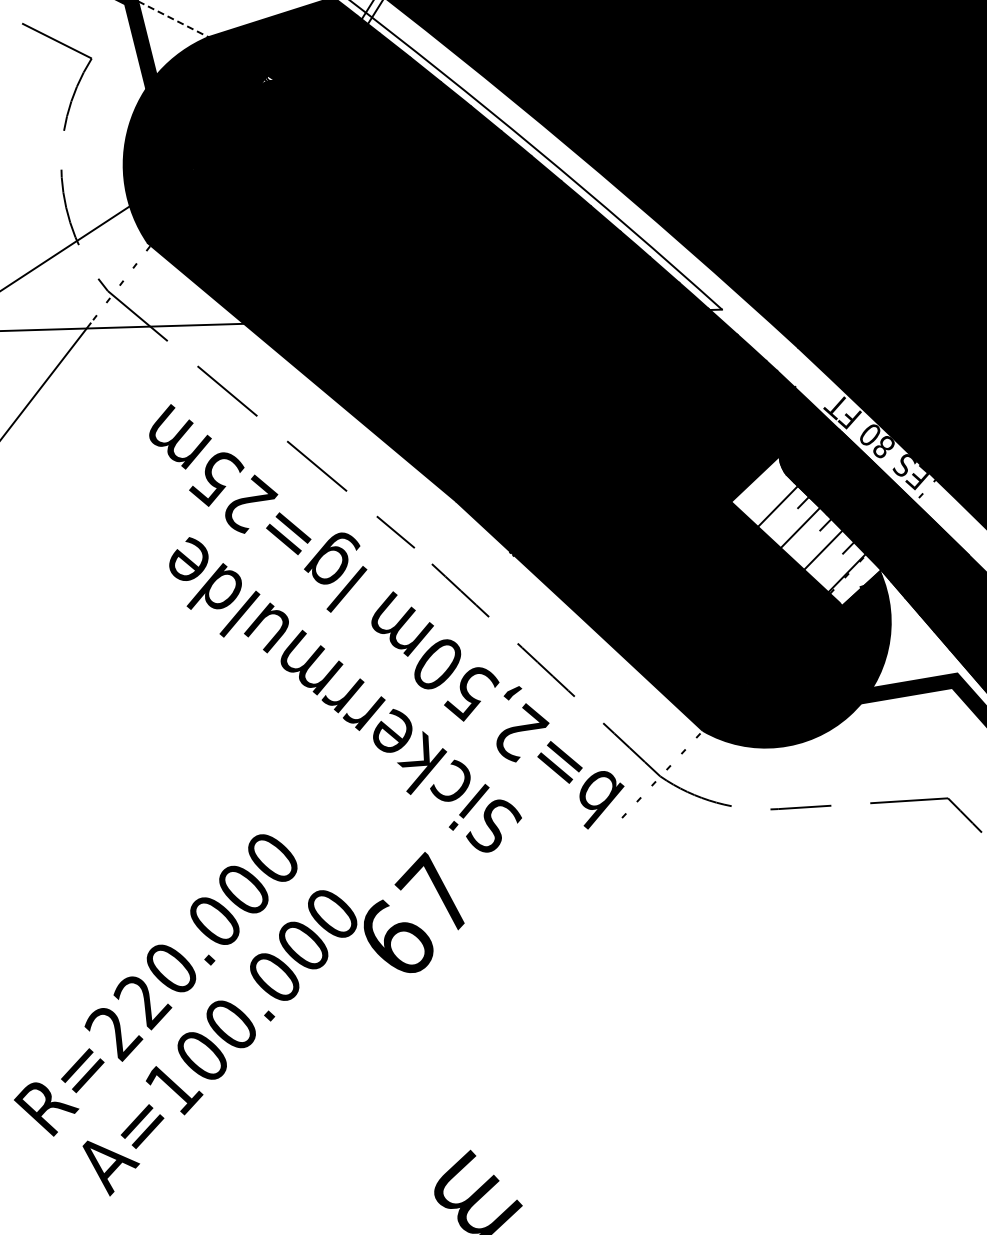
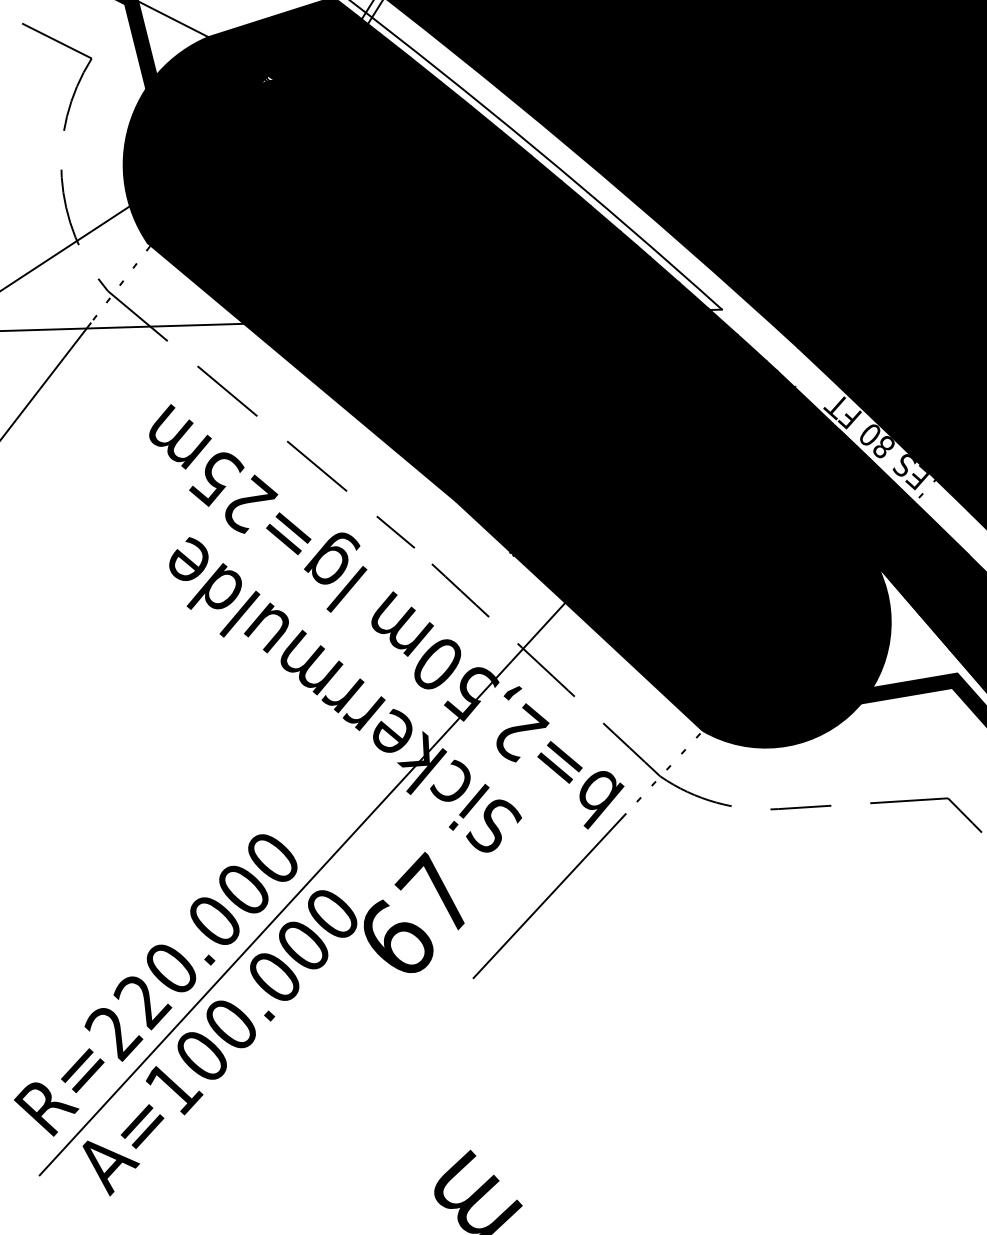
line at (173, 19): dashed -> solid
fill at (806, 531): none -> present
line at (302, 888): none -> present
line at (547, 898): none -> present
